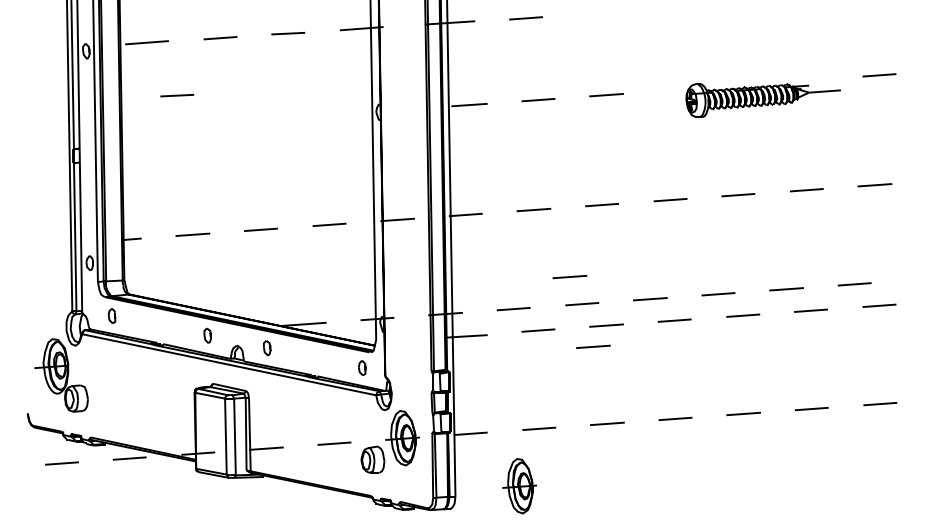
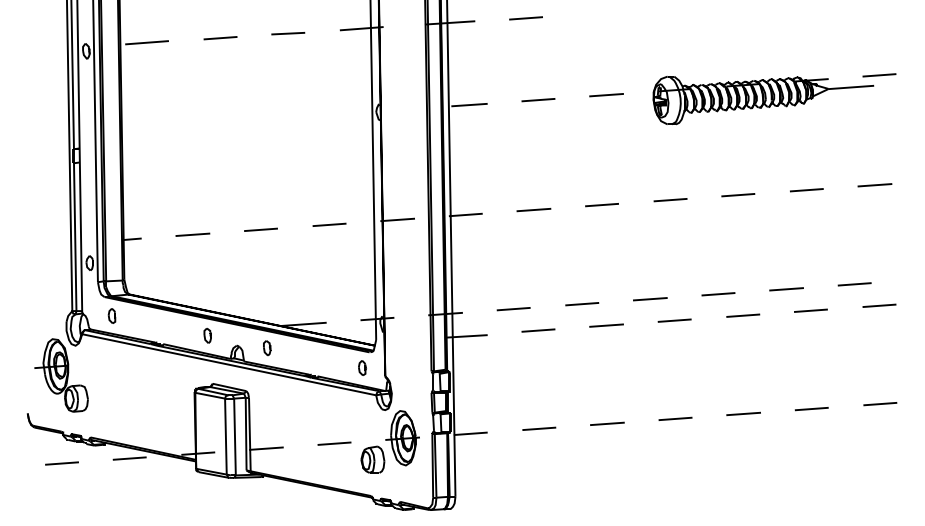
line at (177, 95): present -> none
part at (762, 100) size: 156x35 px -> 223x50 px
line at (569, 277): present -> none
line at (593, 346): present -> none
part at (519, 486): present -> none
